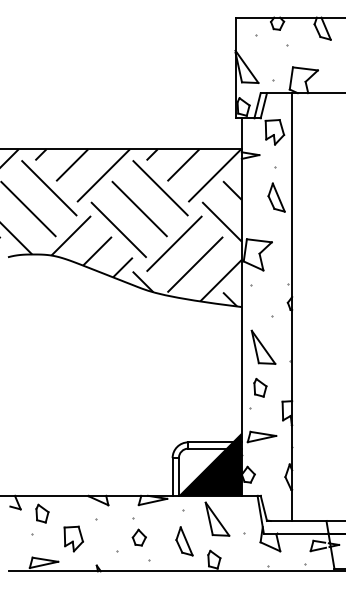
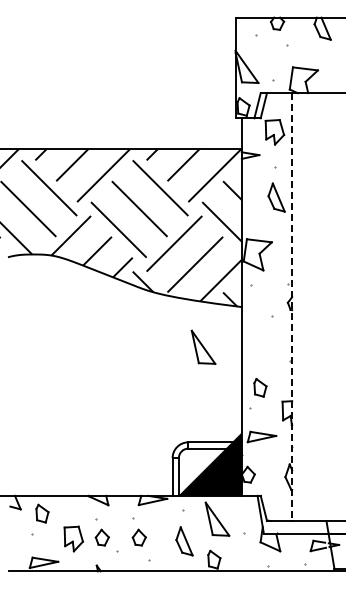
line at (292, 307): solid -> dashed
part at (263, 346) position: (263, 346) -> (203, 346)
part at (101, 537): none -> present
